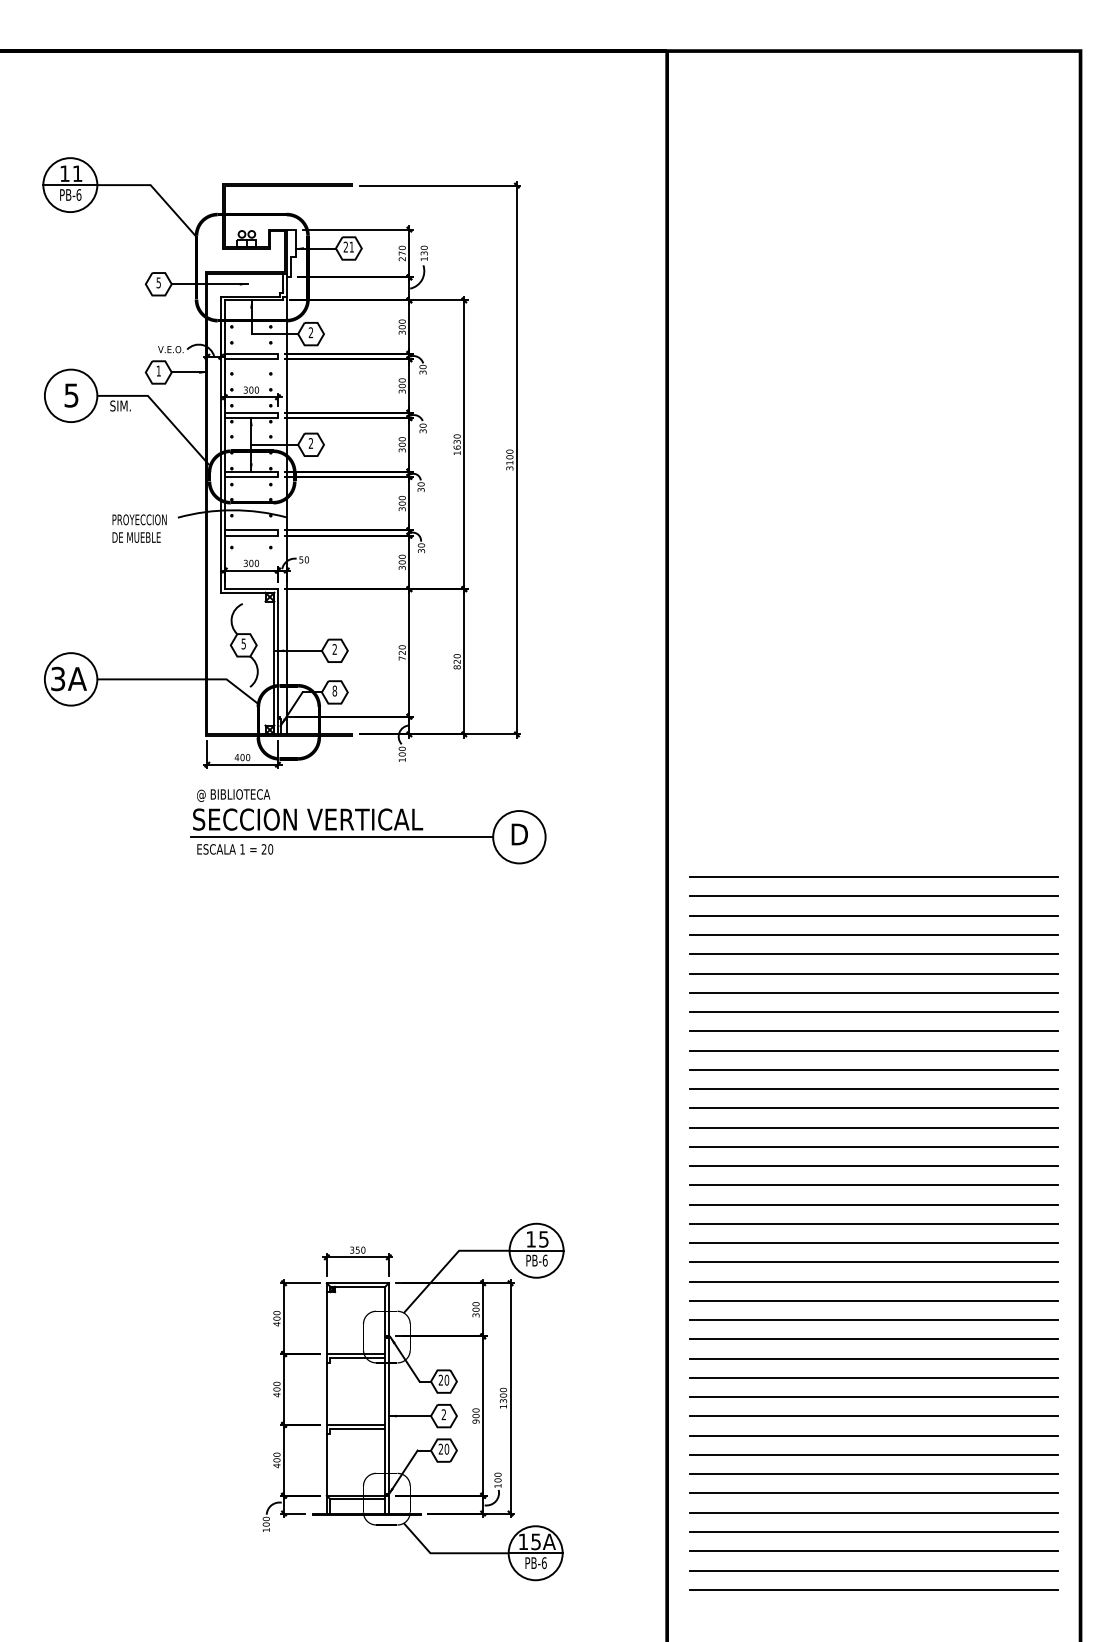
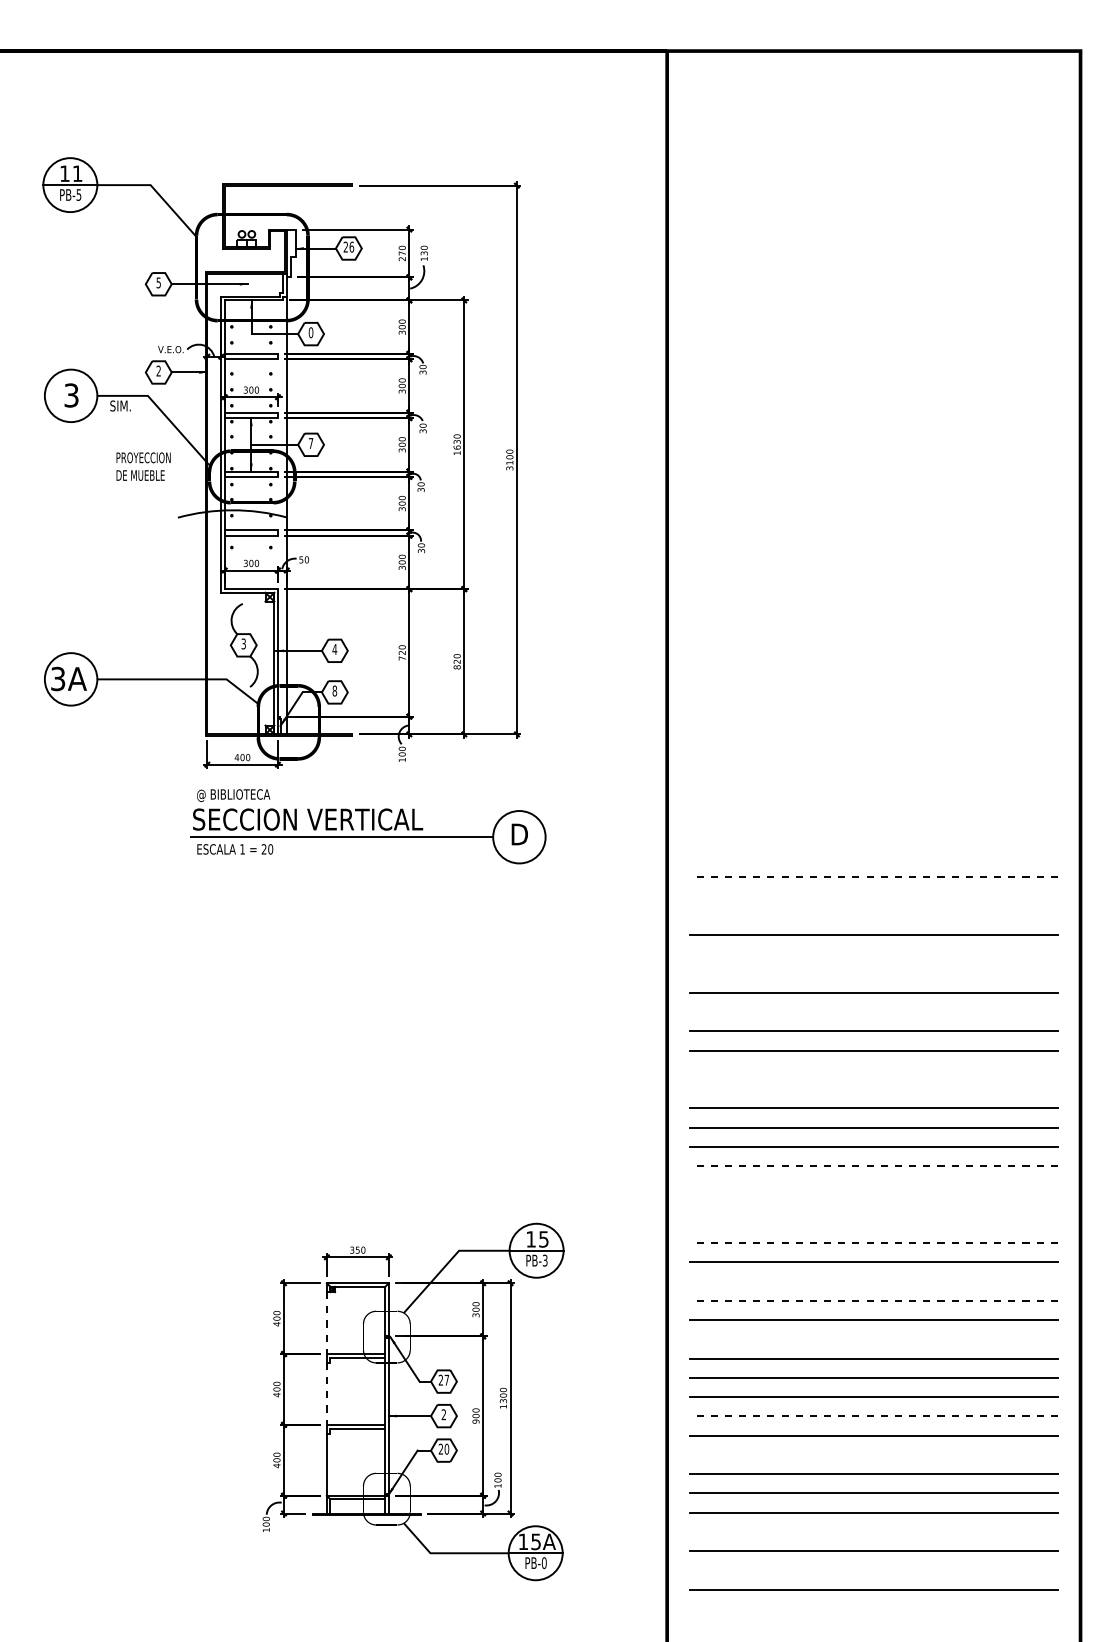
text at (78, 194): PB-6 -> PB-5
text at (351, 246): 21 -> 26
text at (310, 332): 2 -> 0
text at (158, 370): 1 -> 2
text at (71, 395): 5 -> 3
text at (310, 443): 2 -> 7
text at (139, 528) position: (139, 528) -> (143, 466)
text at (243, 643): 5 -> 3
text at (334, 649): 2 -> 4
line at (873, 877): solid -> dashed
line at (873, 896): present -> none
line at (873, 915): present -> none
line at (873, 954): present -> none
line at (873, 973): present -> none
line at (873, 1012): present -> none
line at (873, 1069): present -> none
line at (873, 1089): present -> none
line at (873, 1166): solid -> dashed
line at (873, 1185): present -> none
line at (873, 1204): present -> none
line at (873, 1223): present -> none
line at (873, 1243): solid -> dashed
text at (544, 1260): PB-6 -> PB-3
line at (873, 1281): present -> none
line at (873, 1300): solid -> dashed
line at (326, 1323): solid -> dashed
line at (873, 1339): present -> none
text at (446, 1379): 20 -> 27
line at (326, 1393): solid -> dashed
line at (873, 1416): solid -> dashed
line at (873, 1454): present -> none
line at (873, 1531): present -> none
text at (544, 1562): PB-6 -> PB-0
line at (873, 1570): present -> none
